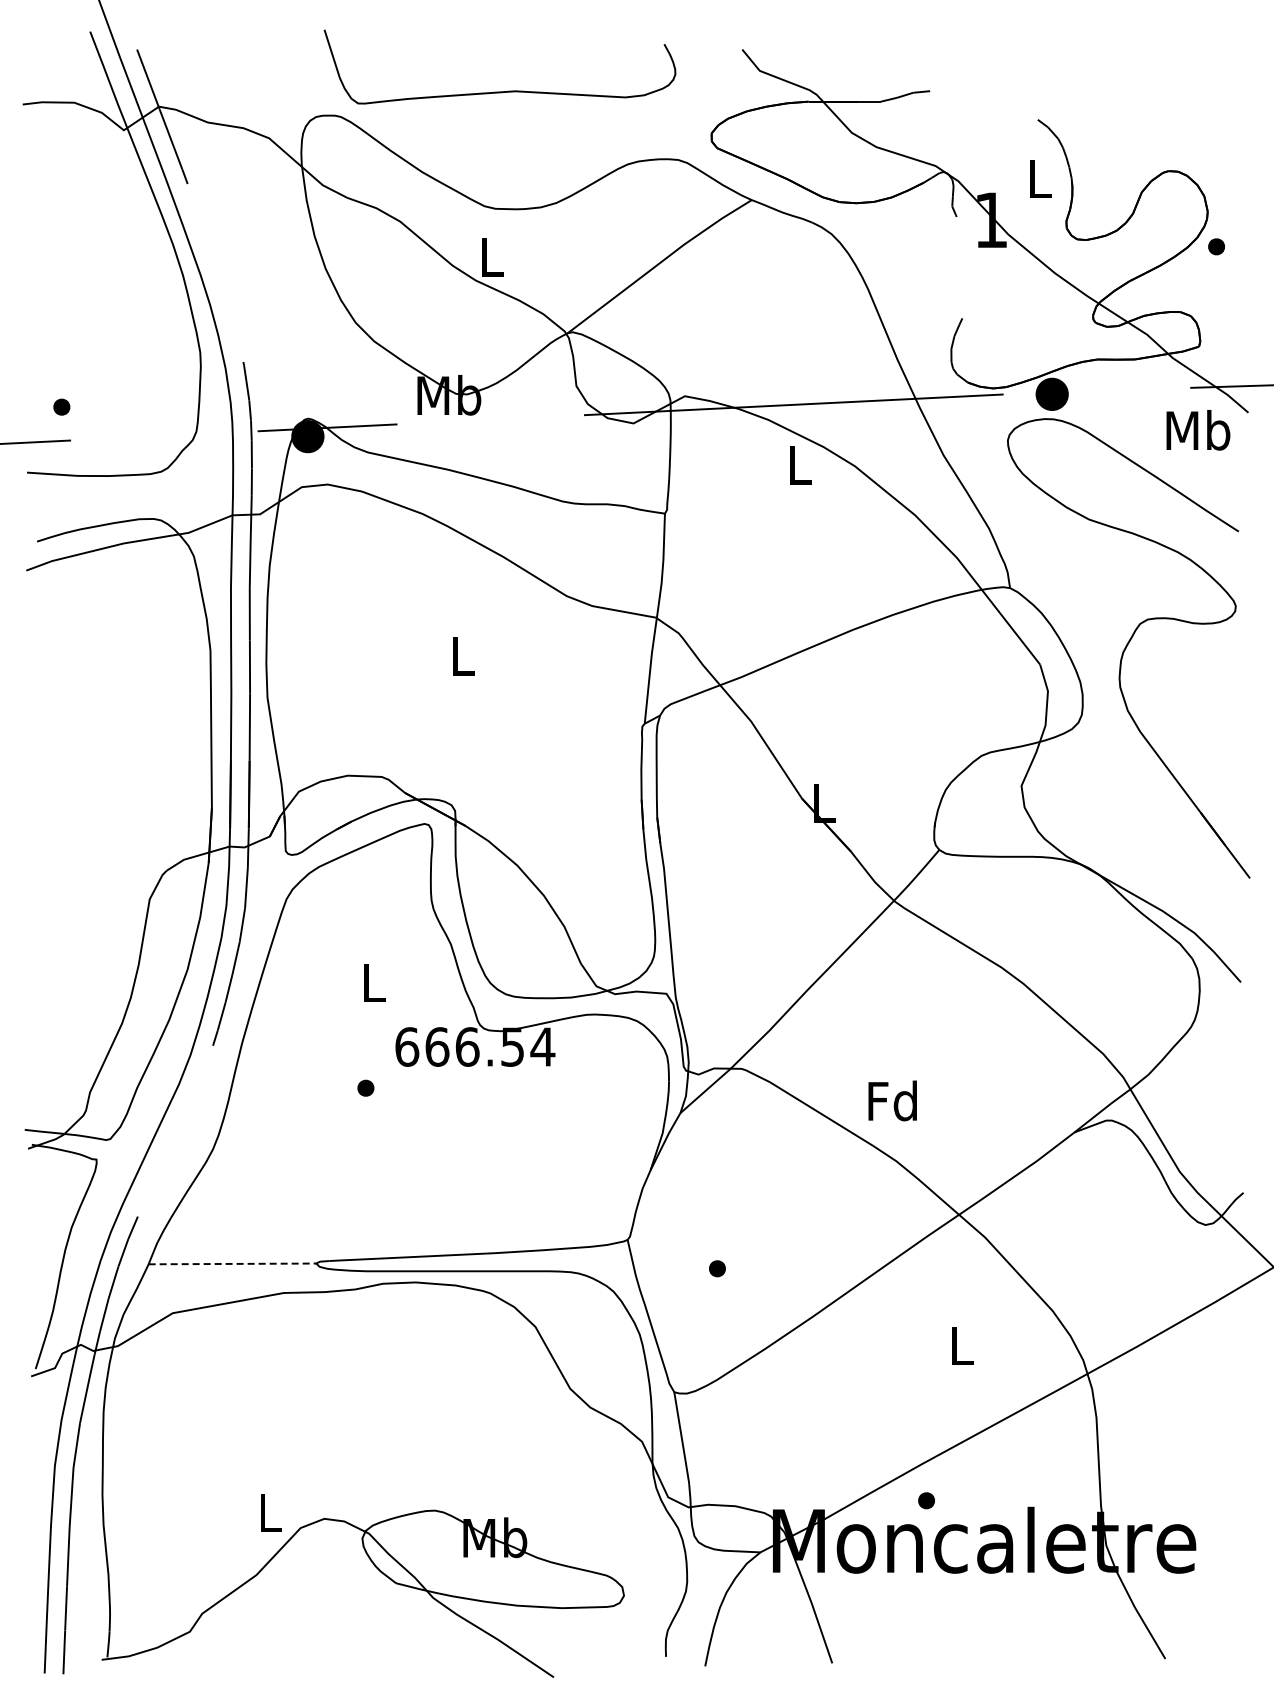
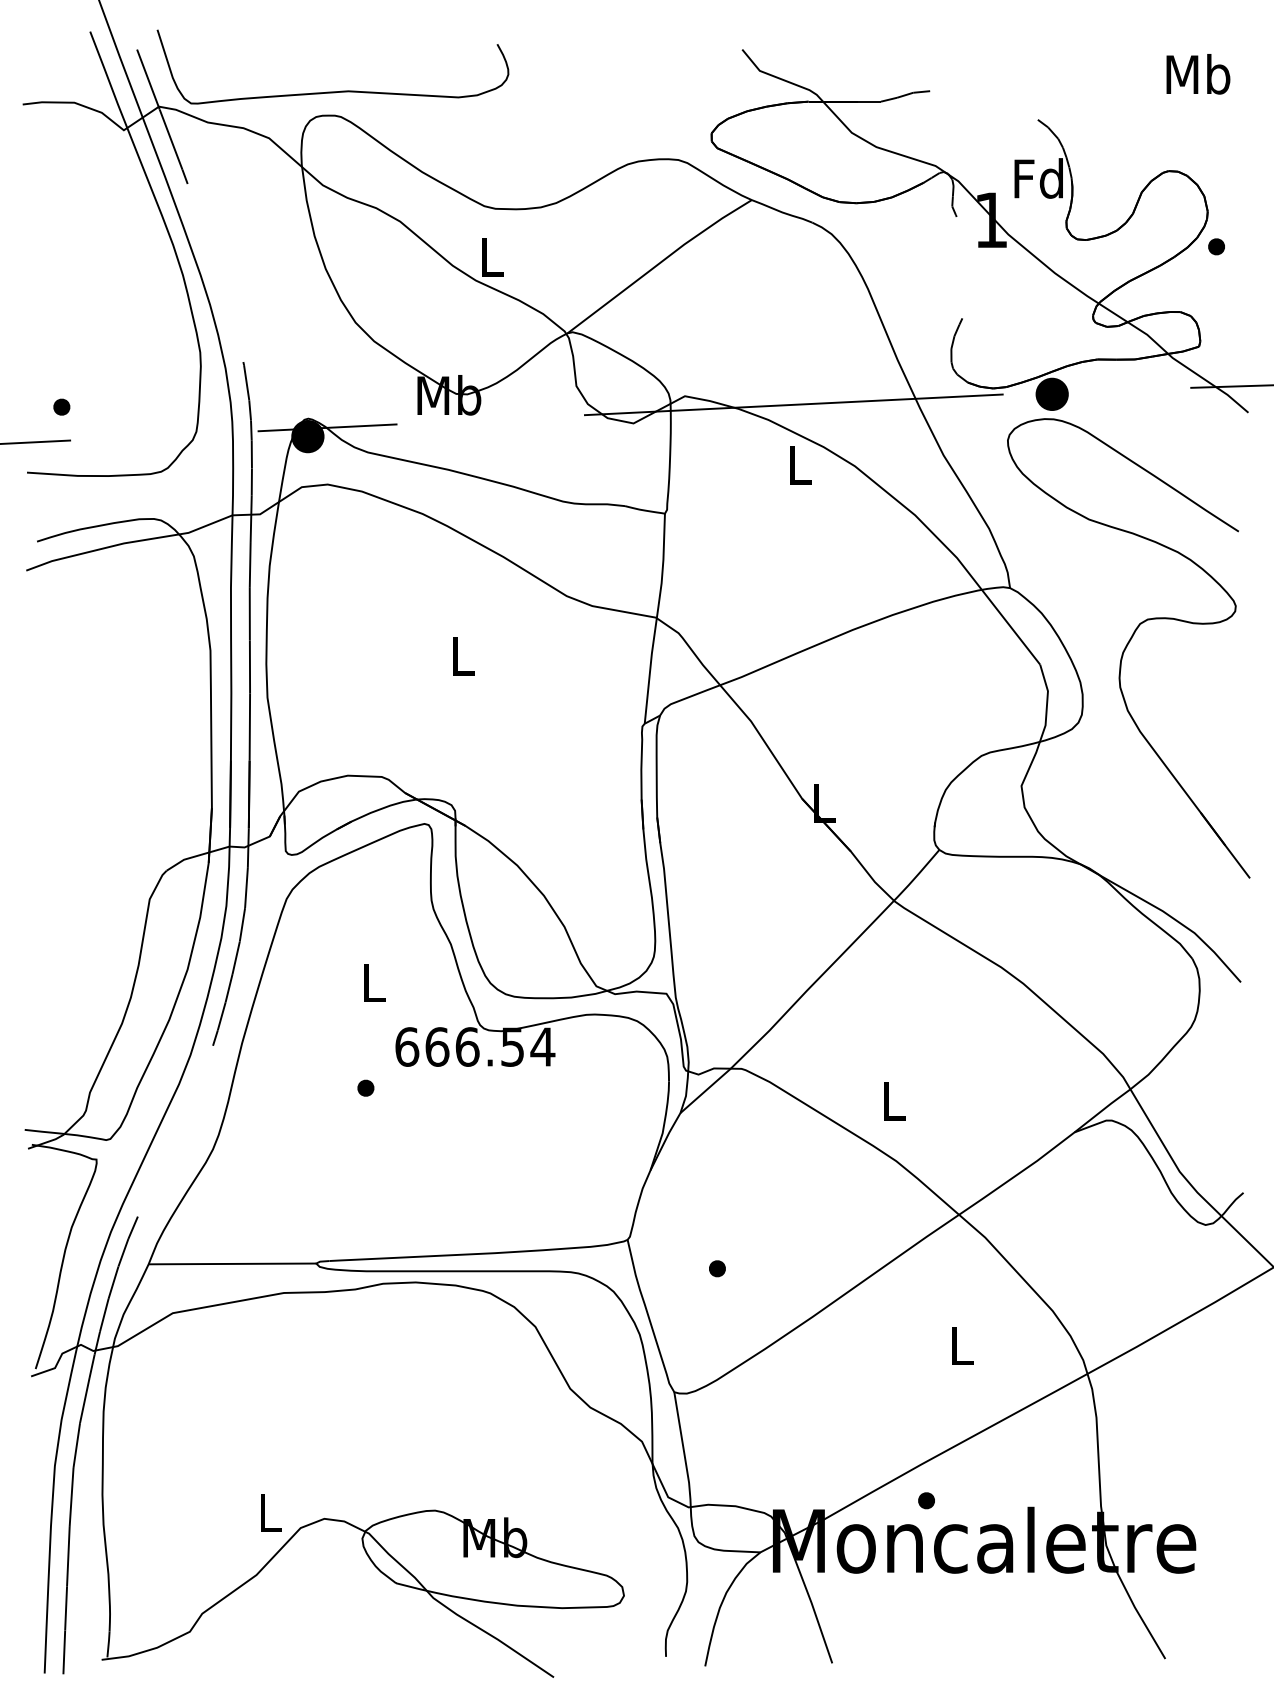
curve at (499, 91) position: (499, 91) -> (332, 91)
text at (1038, 178): L -> Fd
text at (1198, 430) position: (1198, 430) -> (1198, 74)
text at (892, 1100): Fd -> L
line at (232, 1263): dashed -> solid
